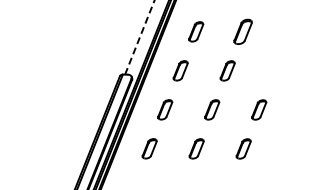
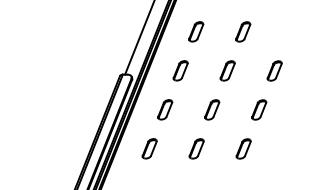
part at (242, 31) size: 20x27 px -> 17x22 px
line at (139, 37): dashed -> solid
part at (274, 70): none -> present
